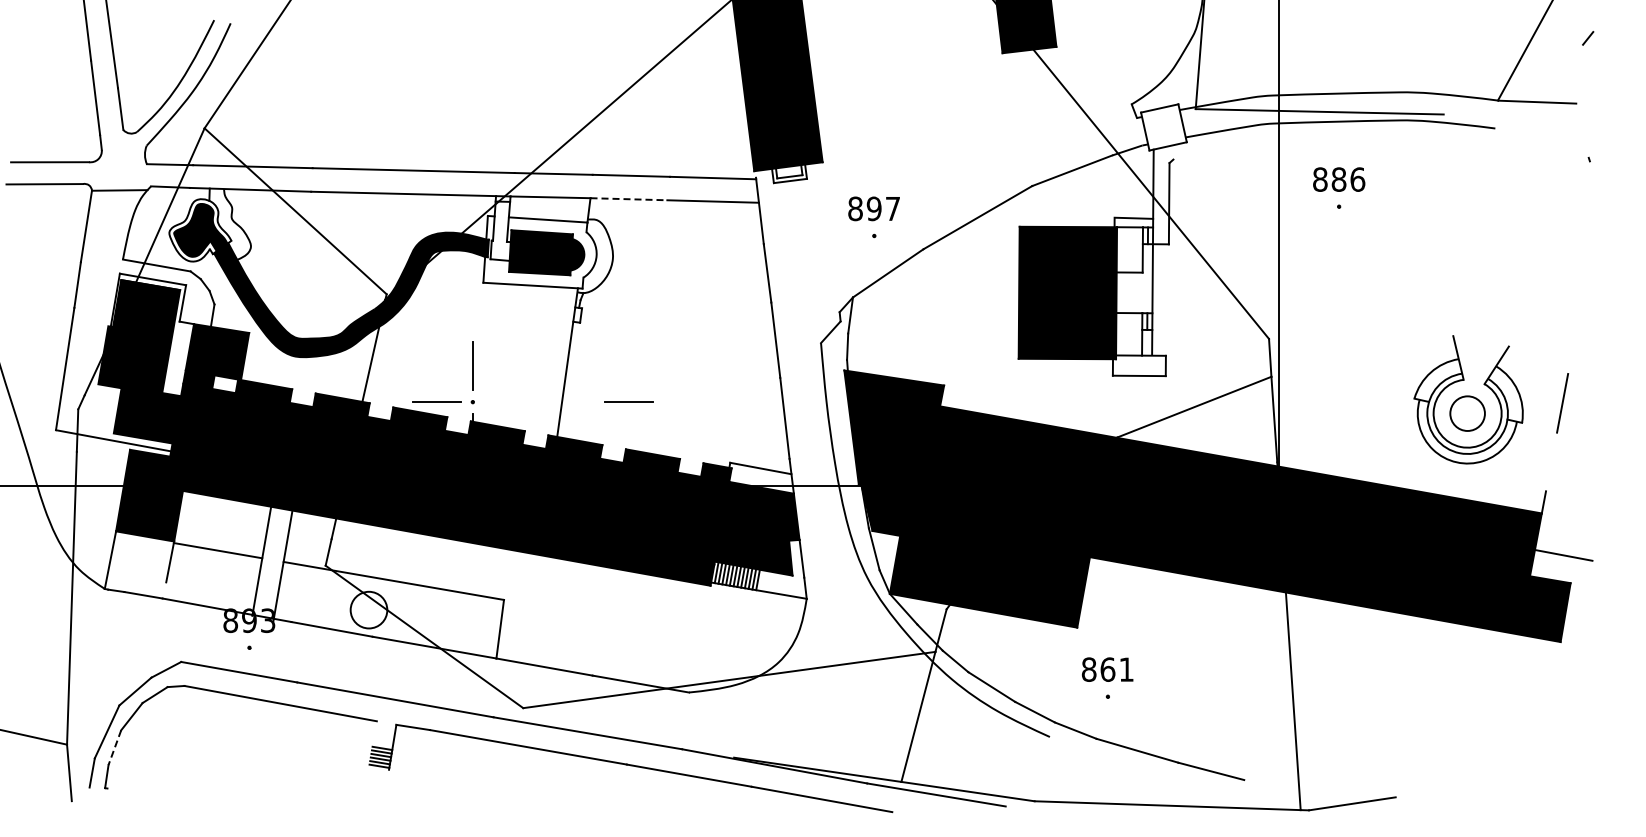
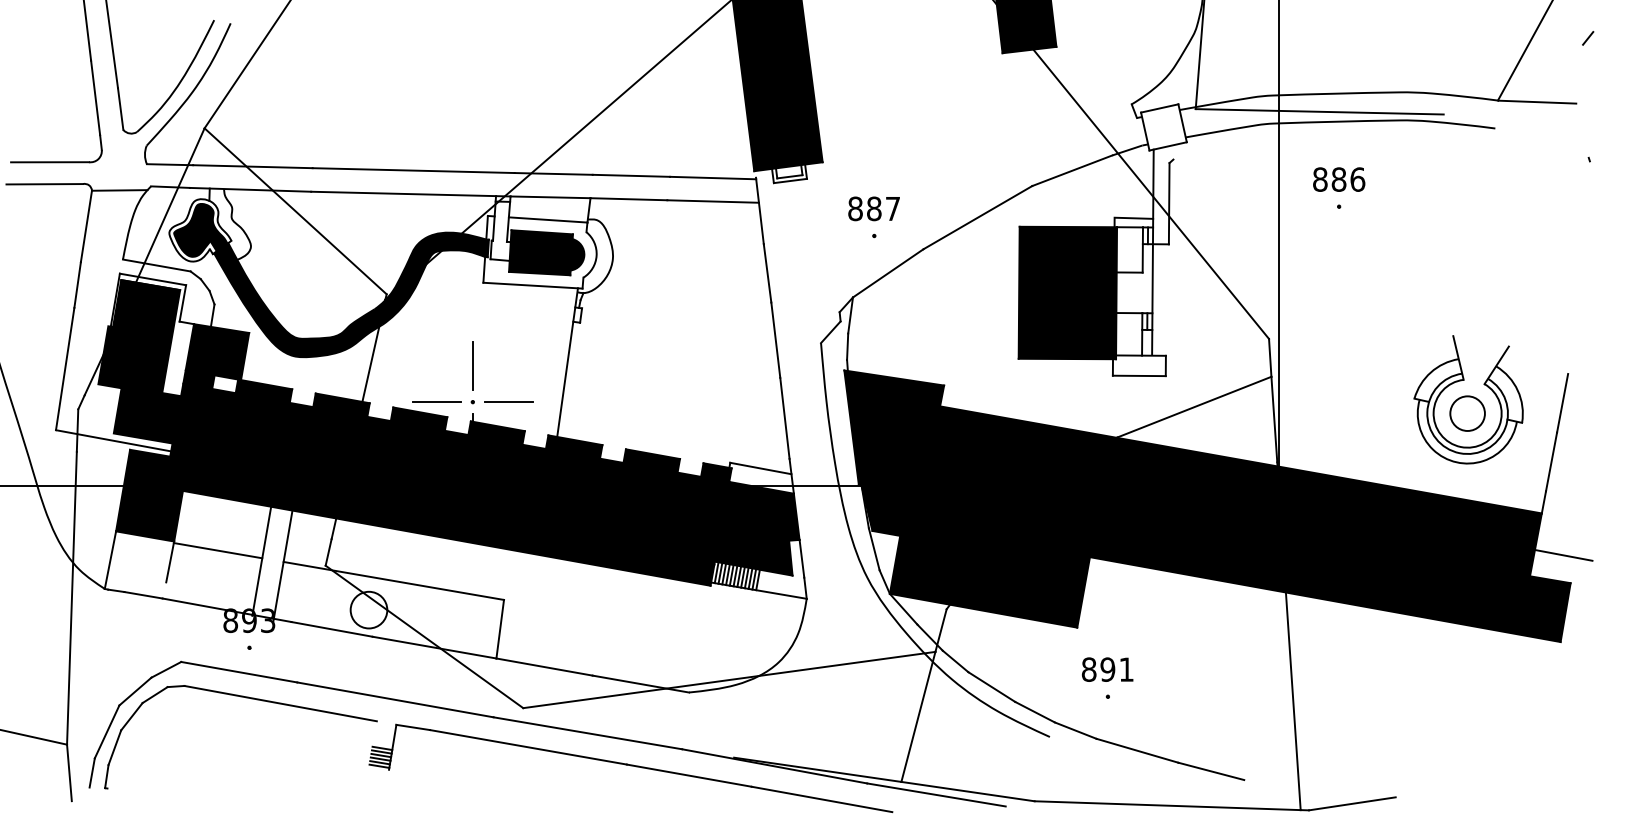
line at (629, 199): dashed -> solid
text at (873, 208): 897 -> 887
line at (628, 401) position: (628, 401) -> (508, 401)
line at (1551, 461): none -> present
text at (1107, 669): 861 -> 891
line at (114, 748): dashed -> solid
